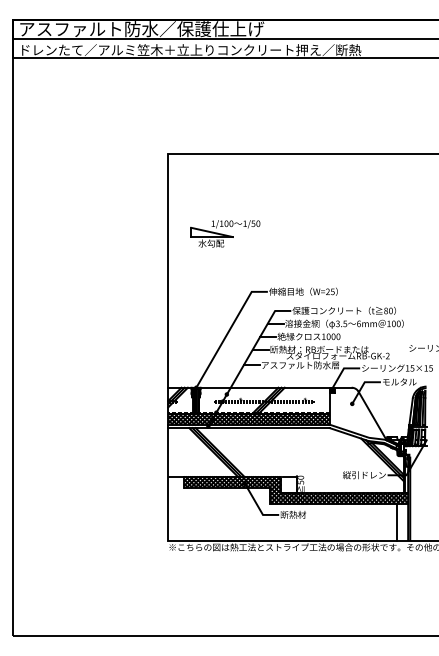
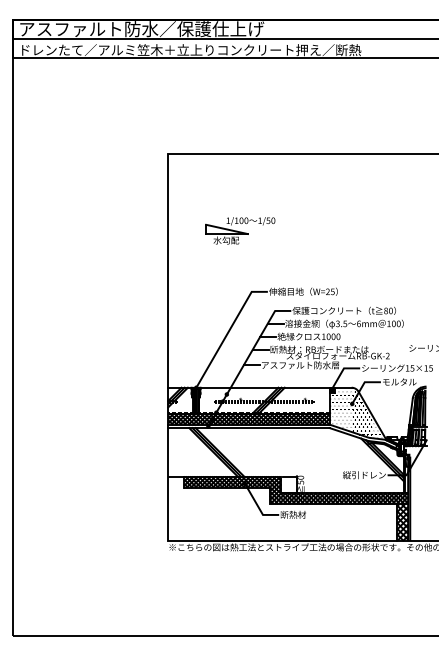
part at (225, 233) position: (225, 233) -> (240, 230)
hatch at (356, 413): none -> present
hatch at (402, 522): none -> present
